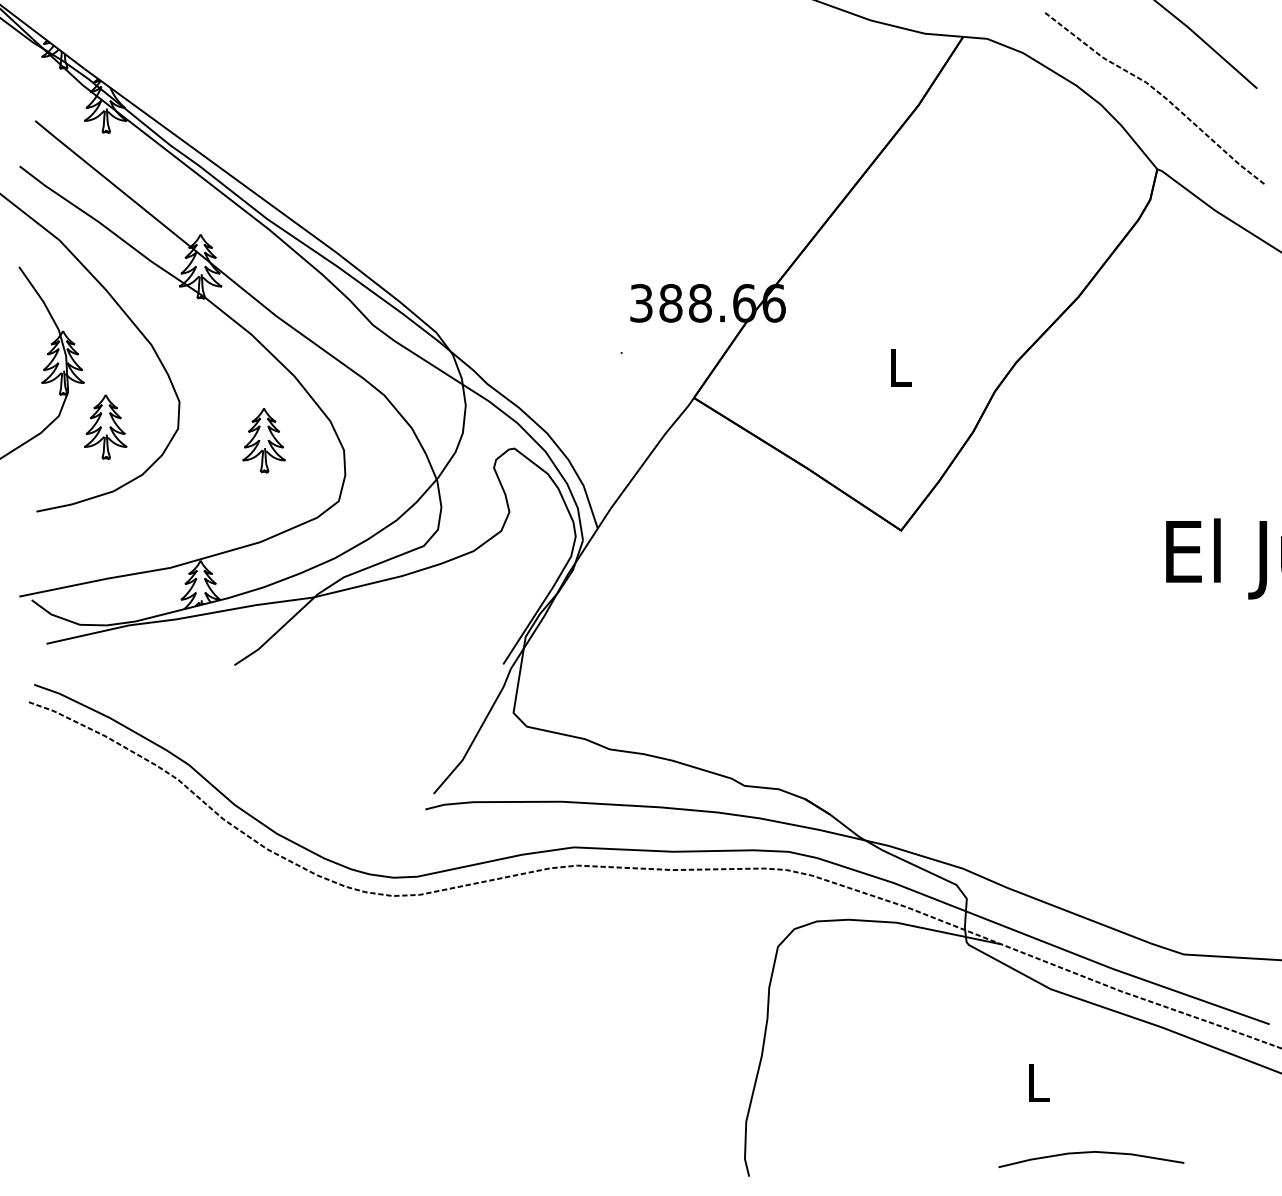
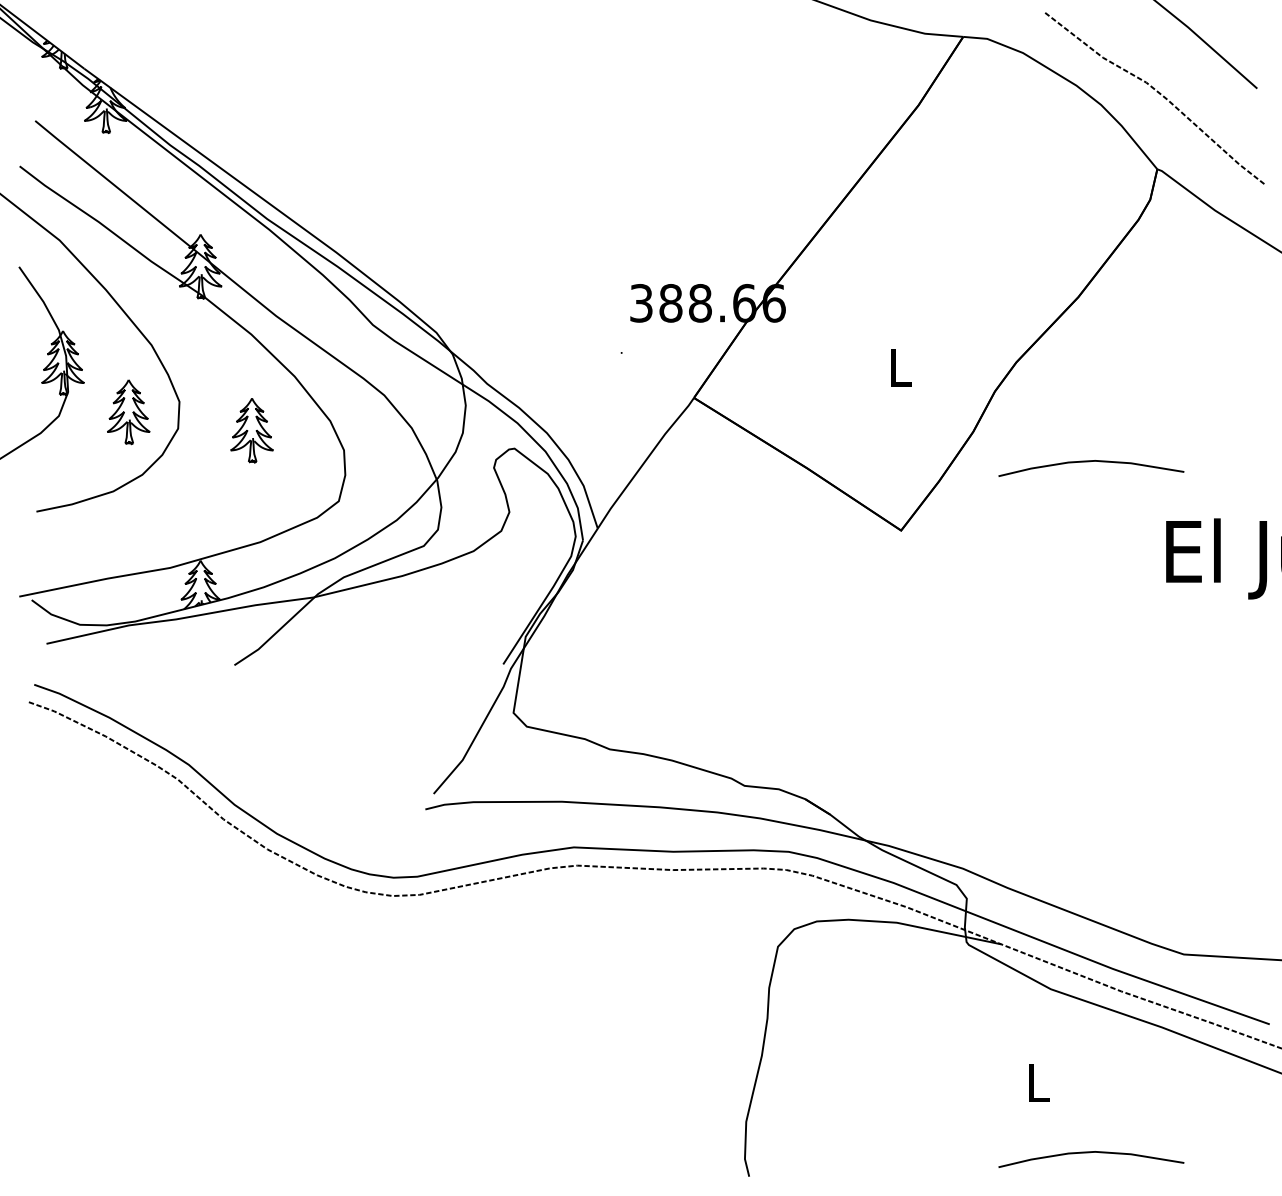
part at (105, 427) position: (105, 427) -> (128, 412)
part at (263, 440) position: (263, 440) -> (251, 430)
curve at (1090, 462): none -> present
